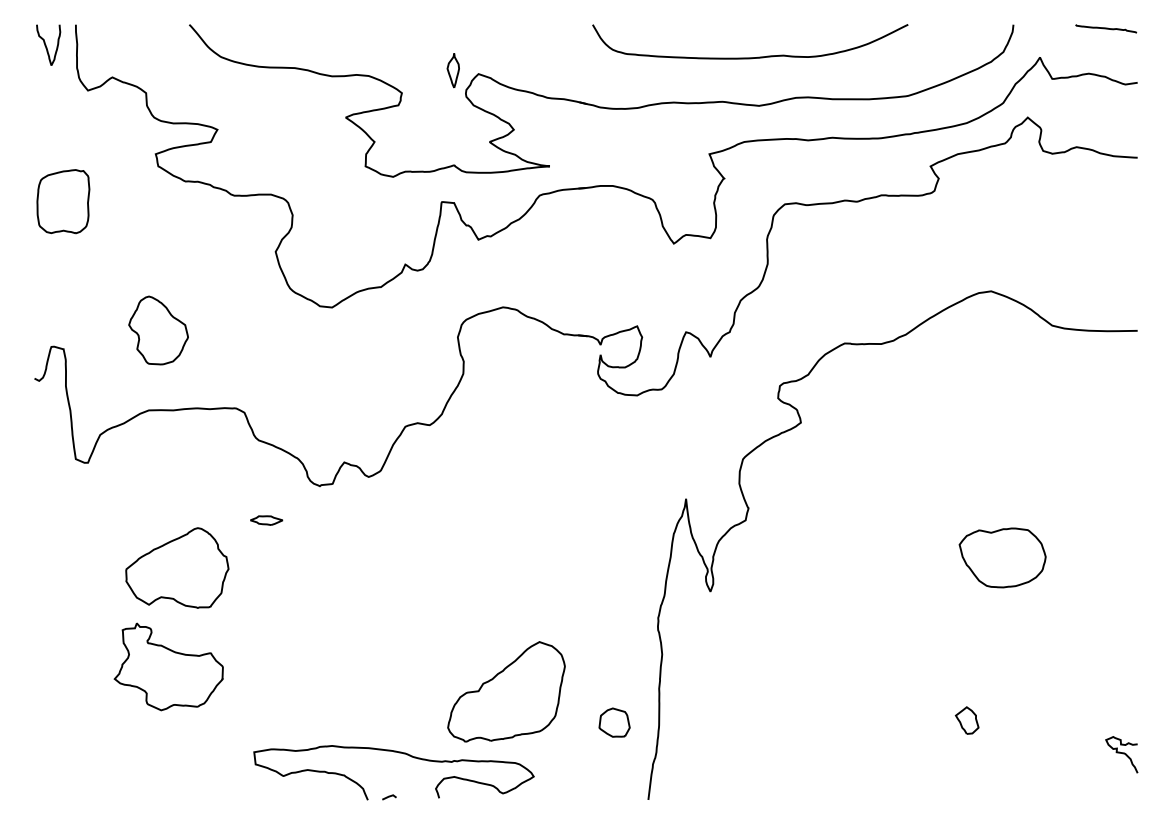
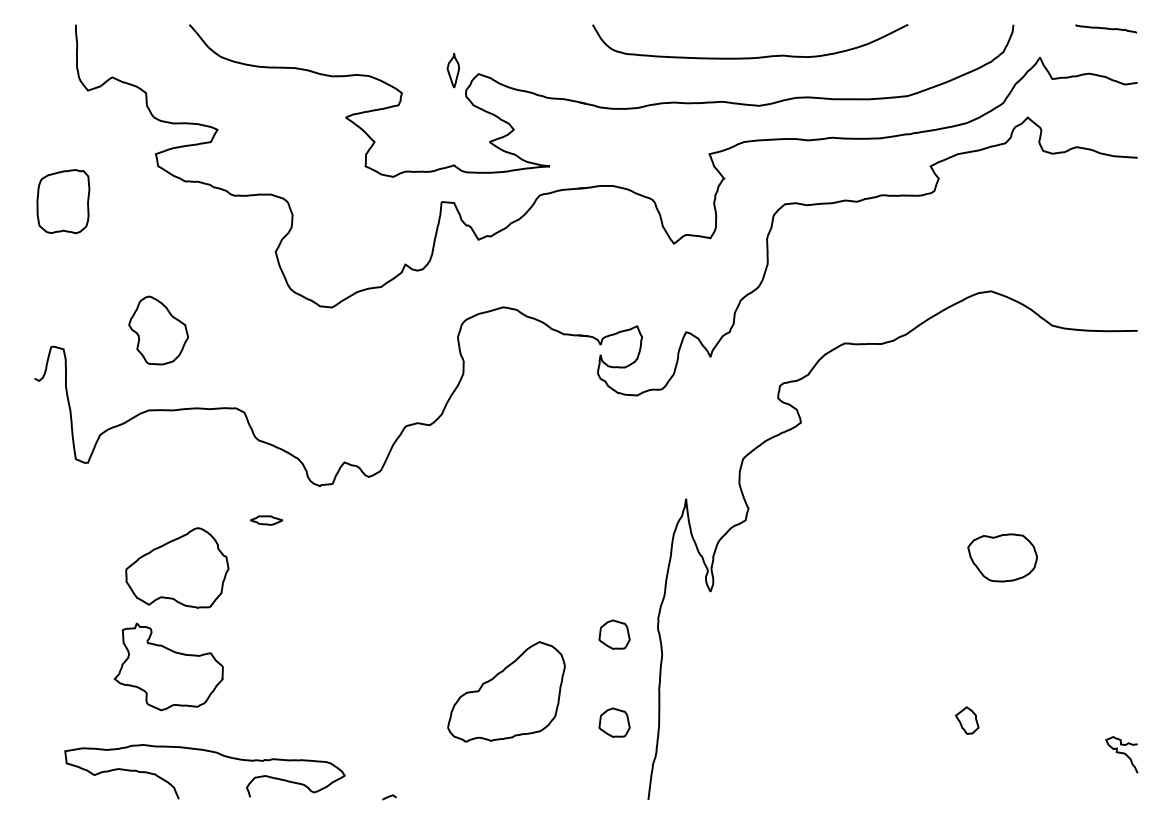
curve at (46, 44): present -> none
part at (1002, 557) size: 89x62 px -> 71x50 px
part at (614, 634): none -> present
curve at (399, 753) position: (399, 753) -> (210, 752)
